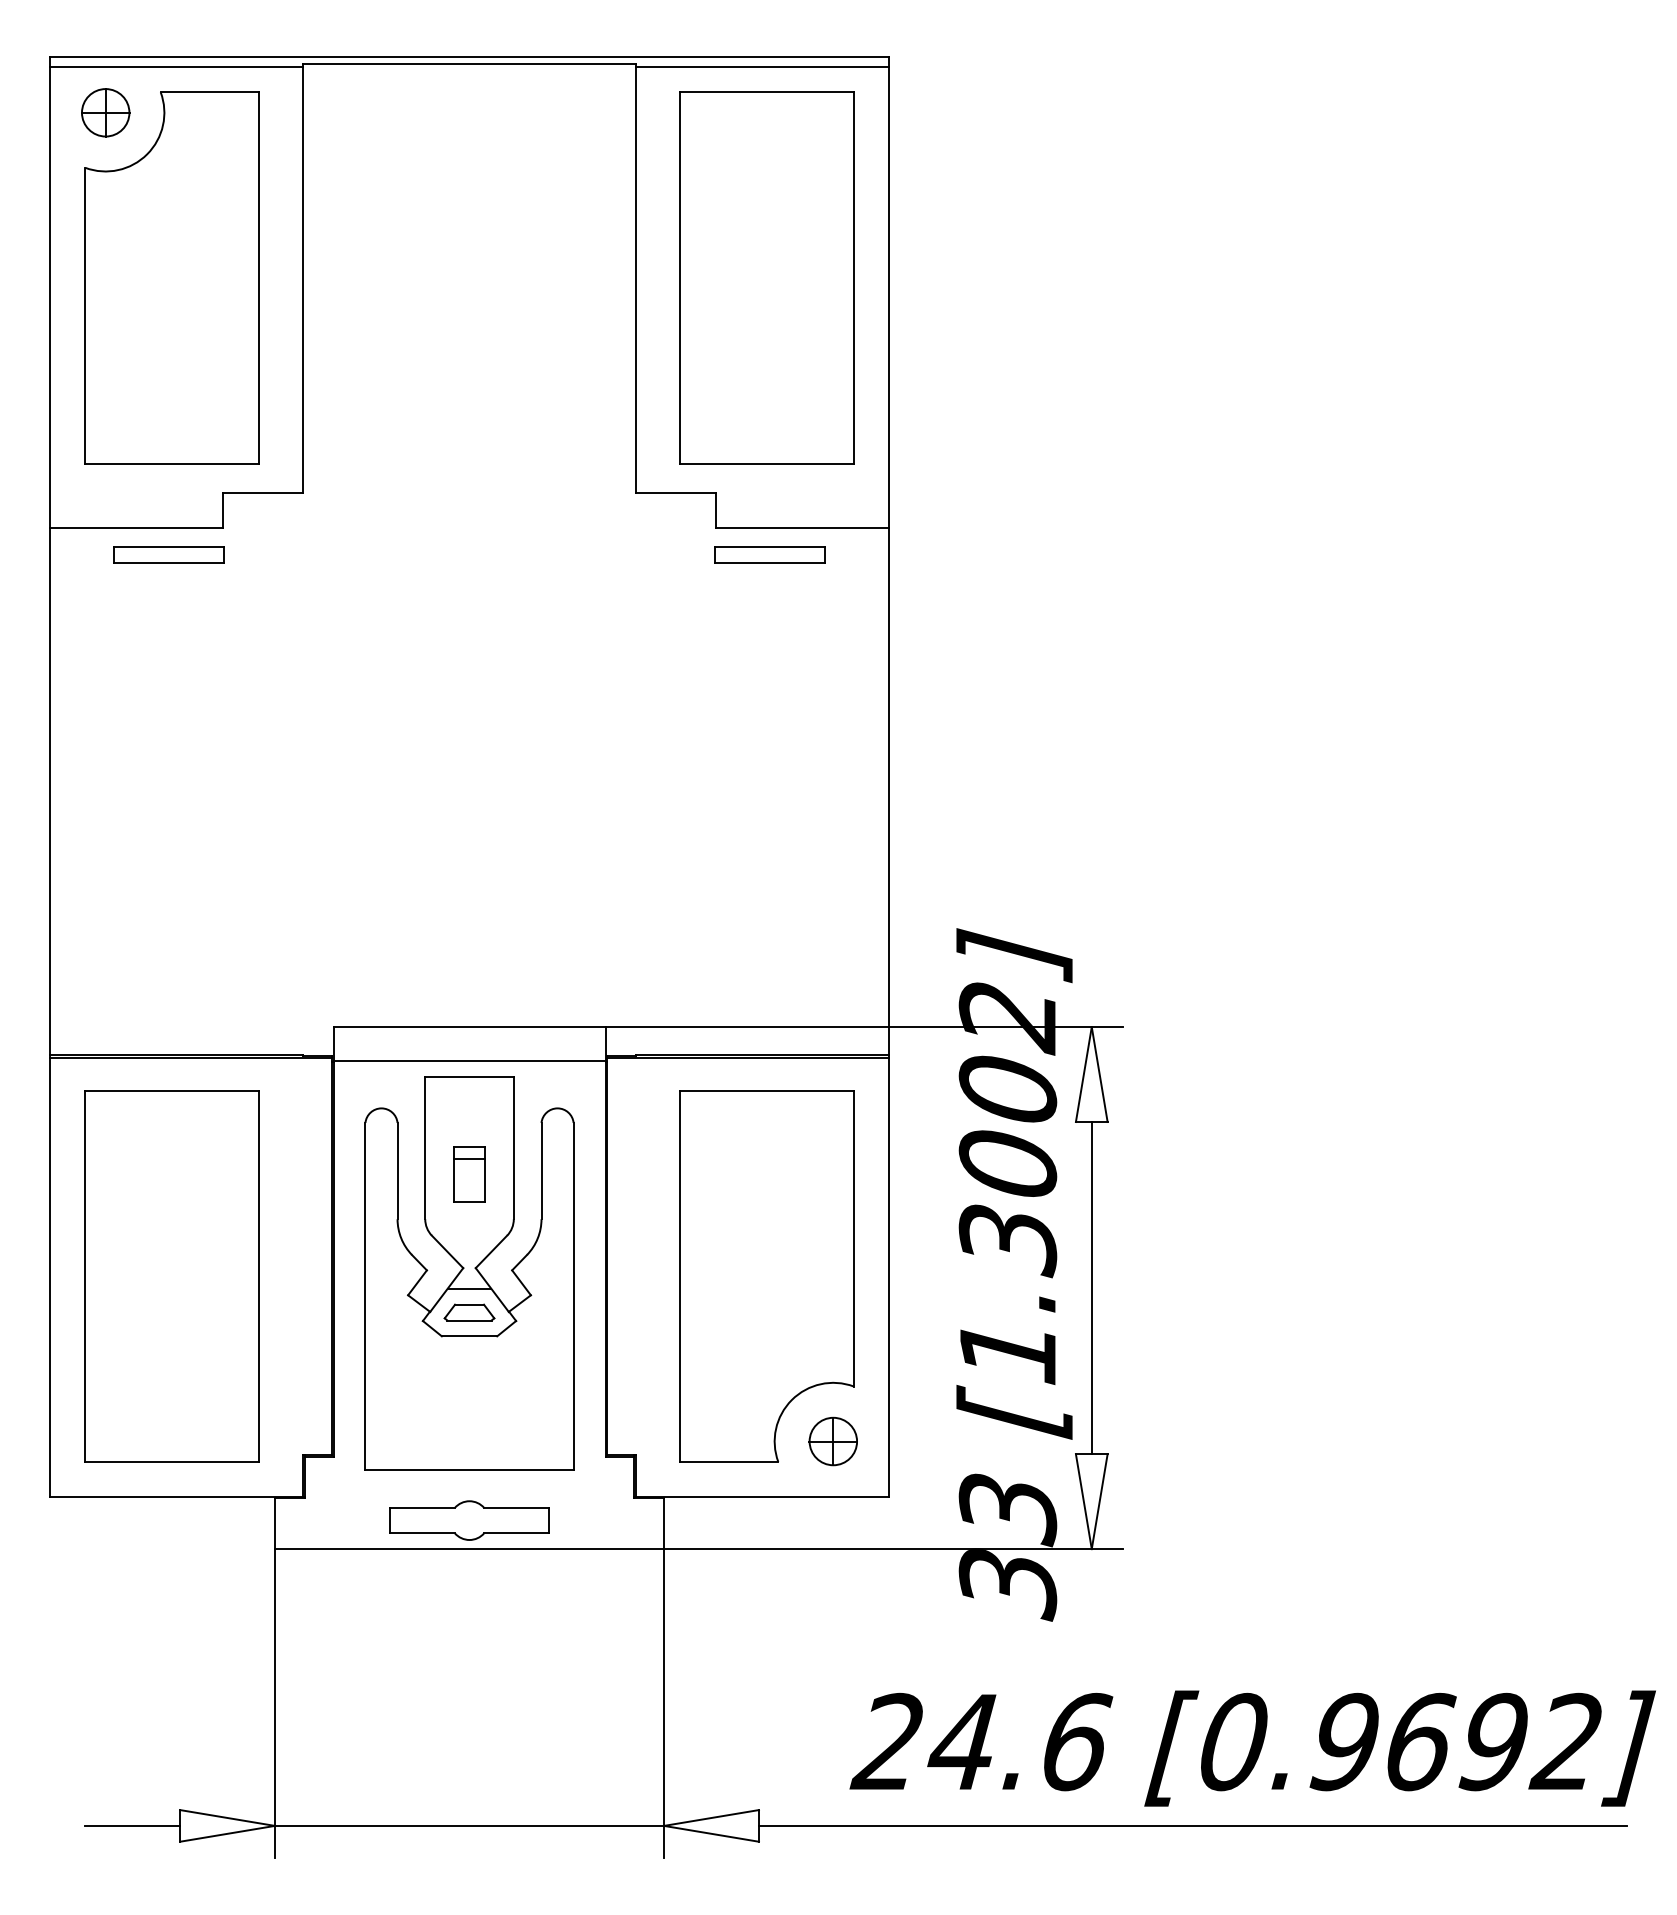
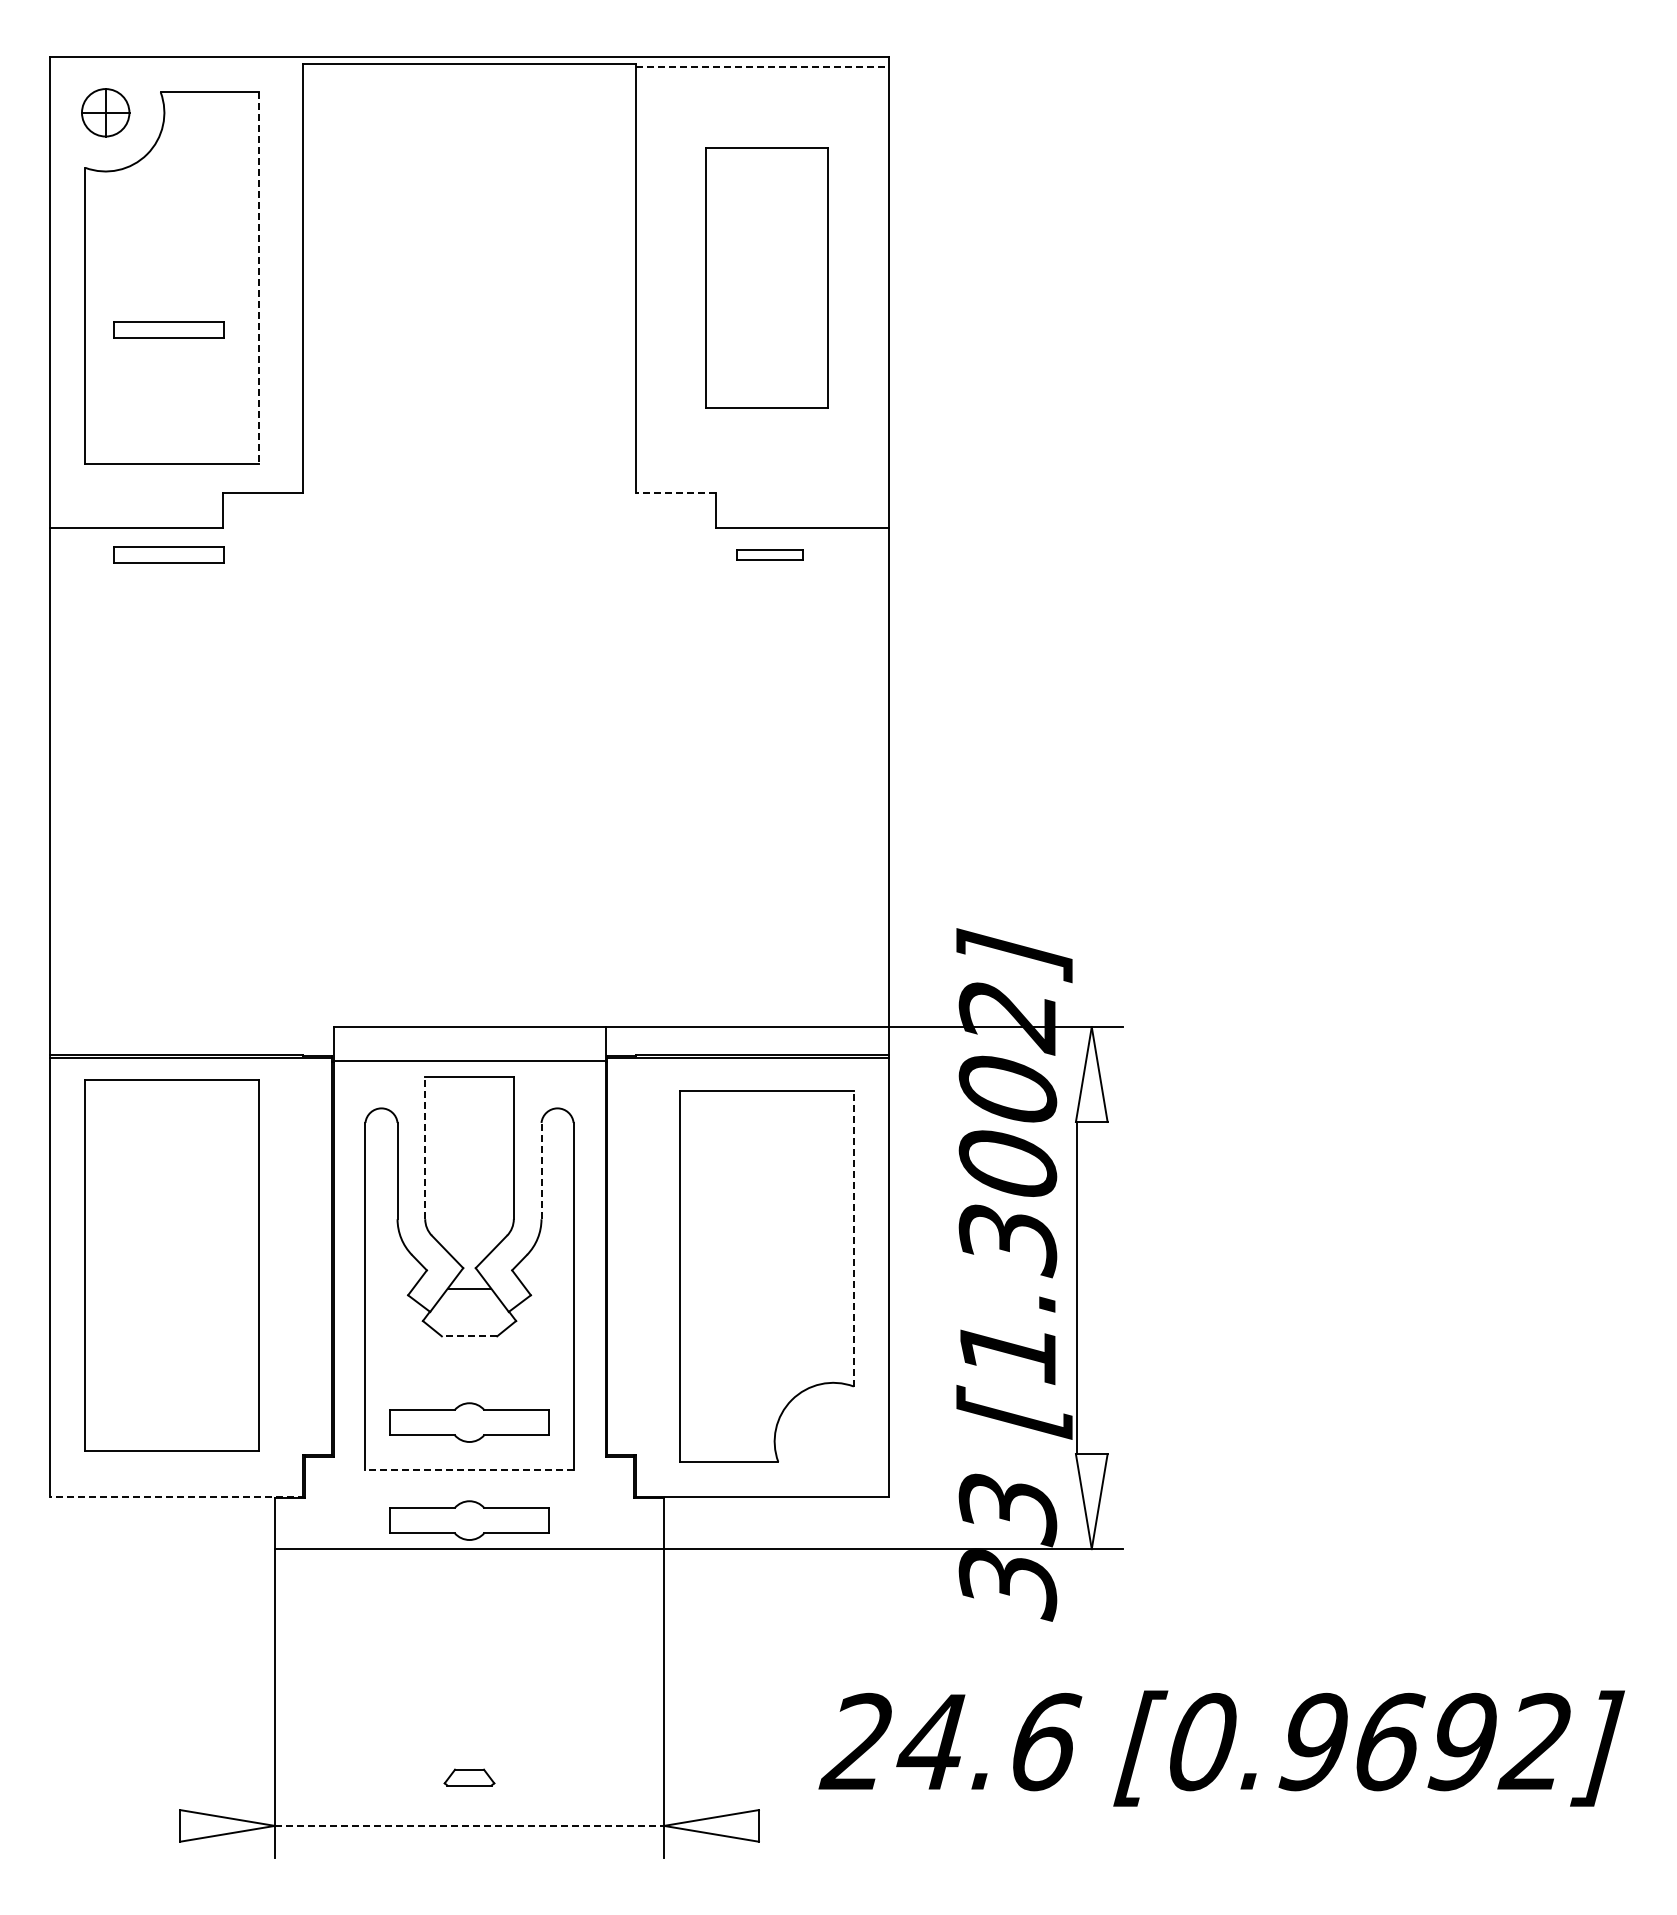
line at (176, 67): present -> none
line at (762, 67): solid -> dashed
part at (766, 277) size: 176x374 px -> 124x262 px
line at (259, 278): solid -> dashed
part at (168, 329): none -> present
line at (675, 493): solid -> dashed
part at (769, 554) size: 112x18 px -> 68x12 px
line at (425, 1147): solid -> dashed
line at (541, 1170): solid -> dashed
part at (469, 1174): present -> none
line at (853, 1238): solid -> dashed
part at (171, 1276) position: (171, 1276) -> (171, 1265)
line at (1091, 1288) position: (1091, 1288) -> (1076, 1288)
part at (469, 1312) position: (469, 1312) -> (469, 1777)
line at (469, 1336): solid -> dashed
part at (469, 1422): none -> present
part at (832, 1441): present -> none
line at (469, 1470): solid -> dashed
line at (177, 1496): solid -> dashed
text at (1252, 1748) position: (1252, 1748) -> (1221, 1748)
line at (132, 1825): present -> none
line at (469, 1825): solid -> dashed
line at (1192, 1825): present -> none
